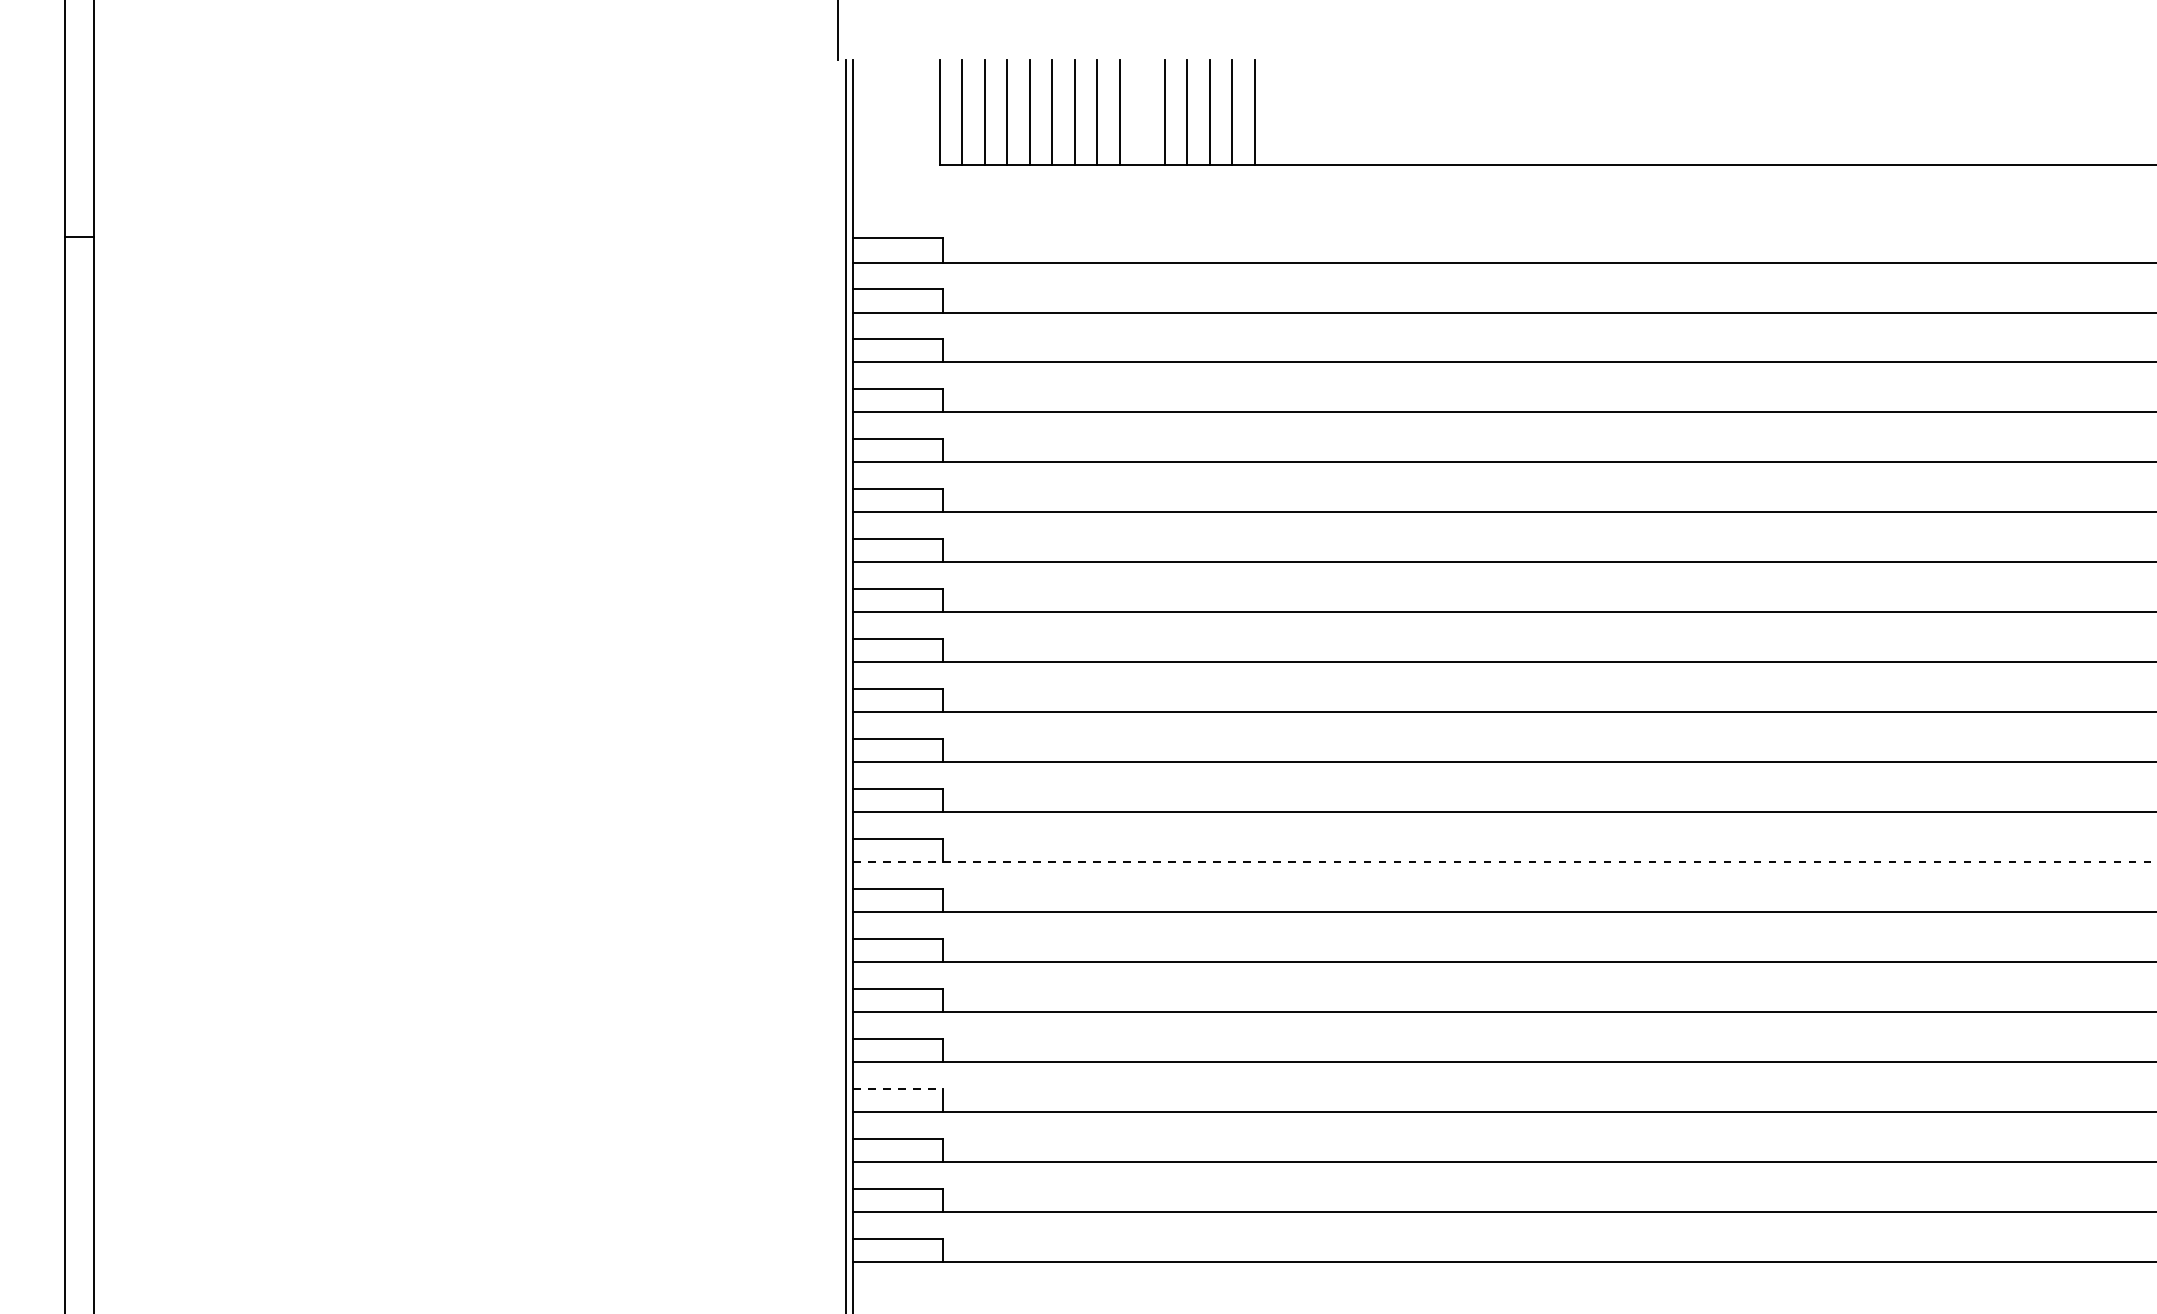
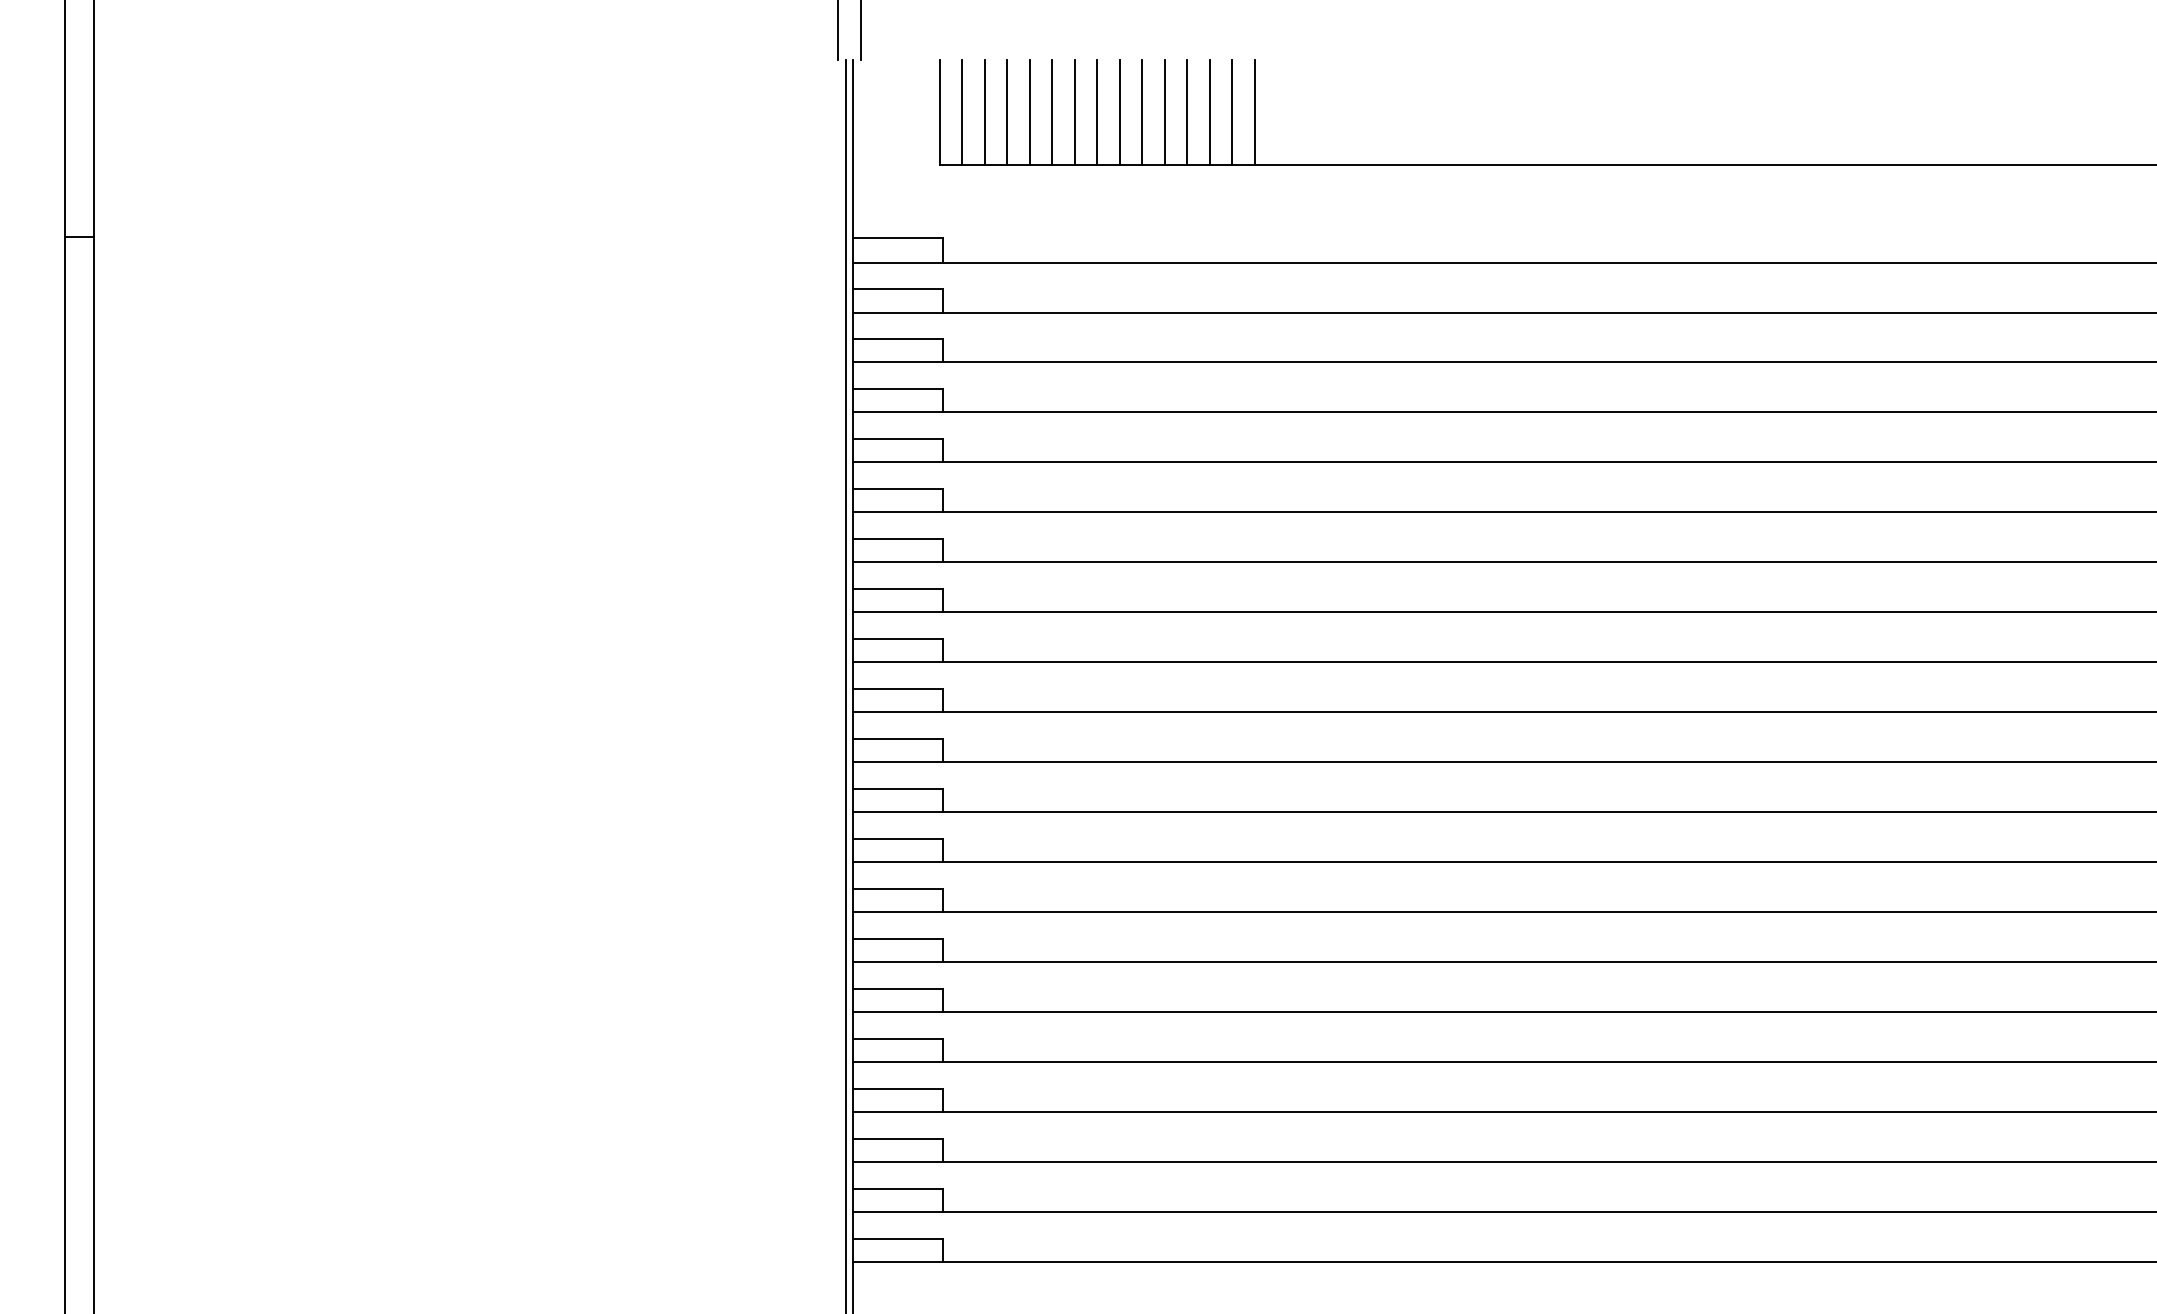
line at (860, 30): none -> present
line at (1142, 111): none -> present
line at (1505, 862): dashed -> solid
line at (898, 1088): dashed -> solid
